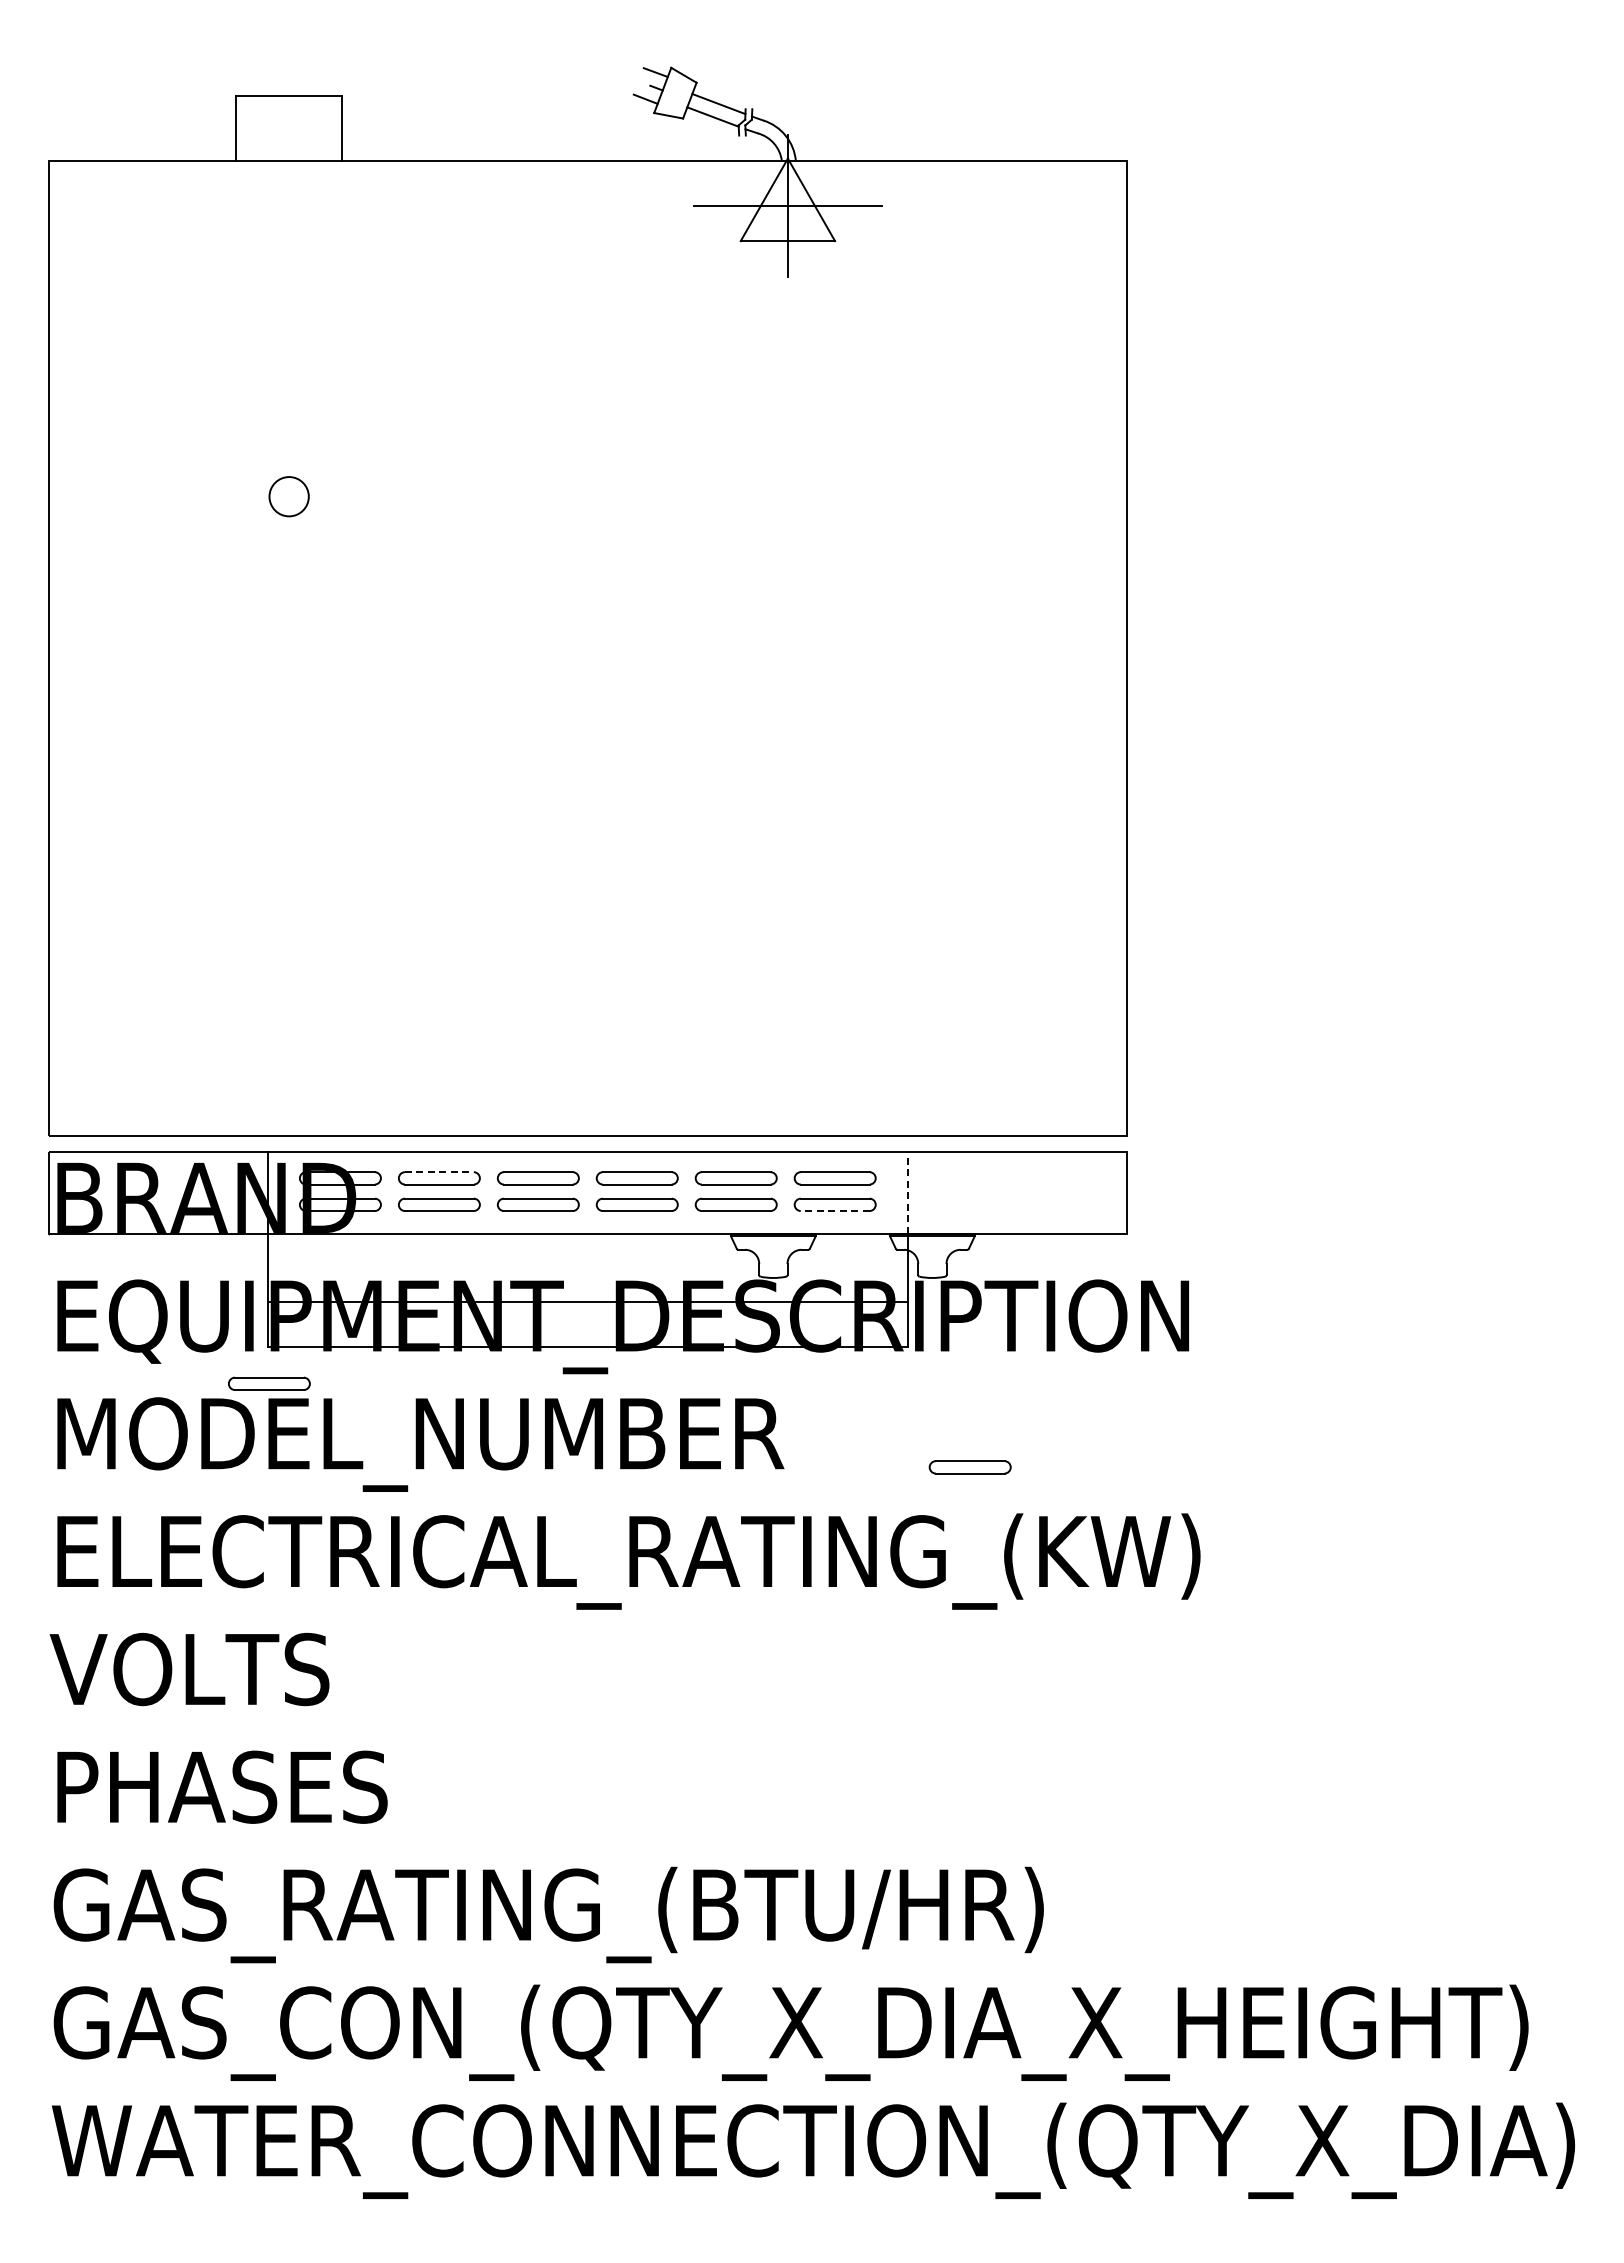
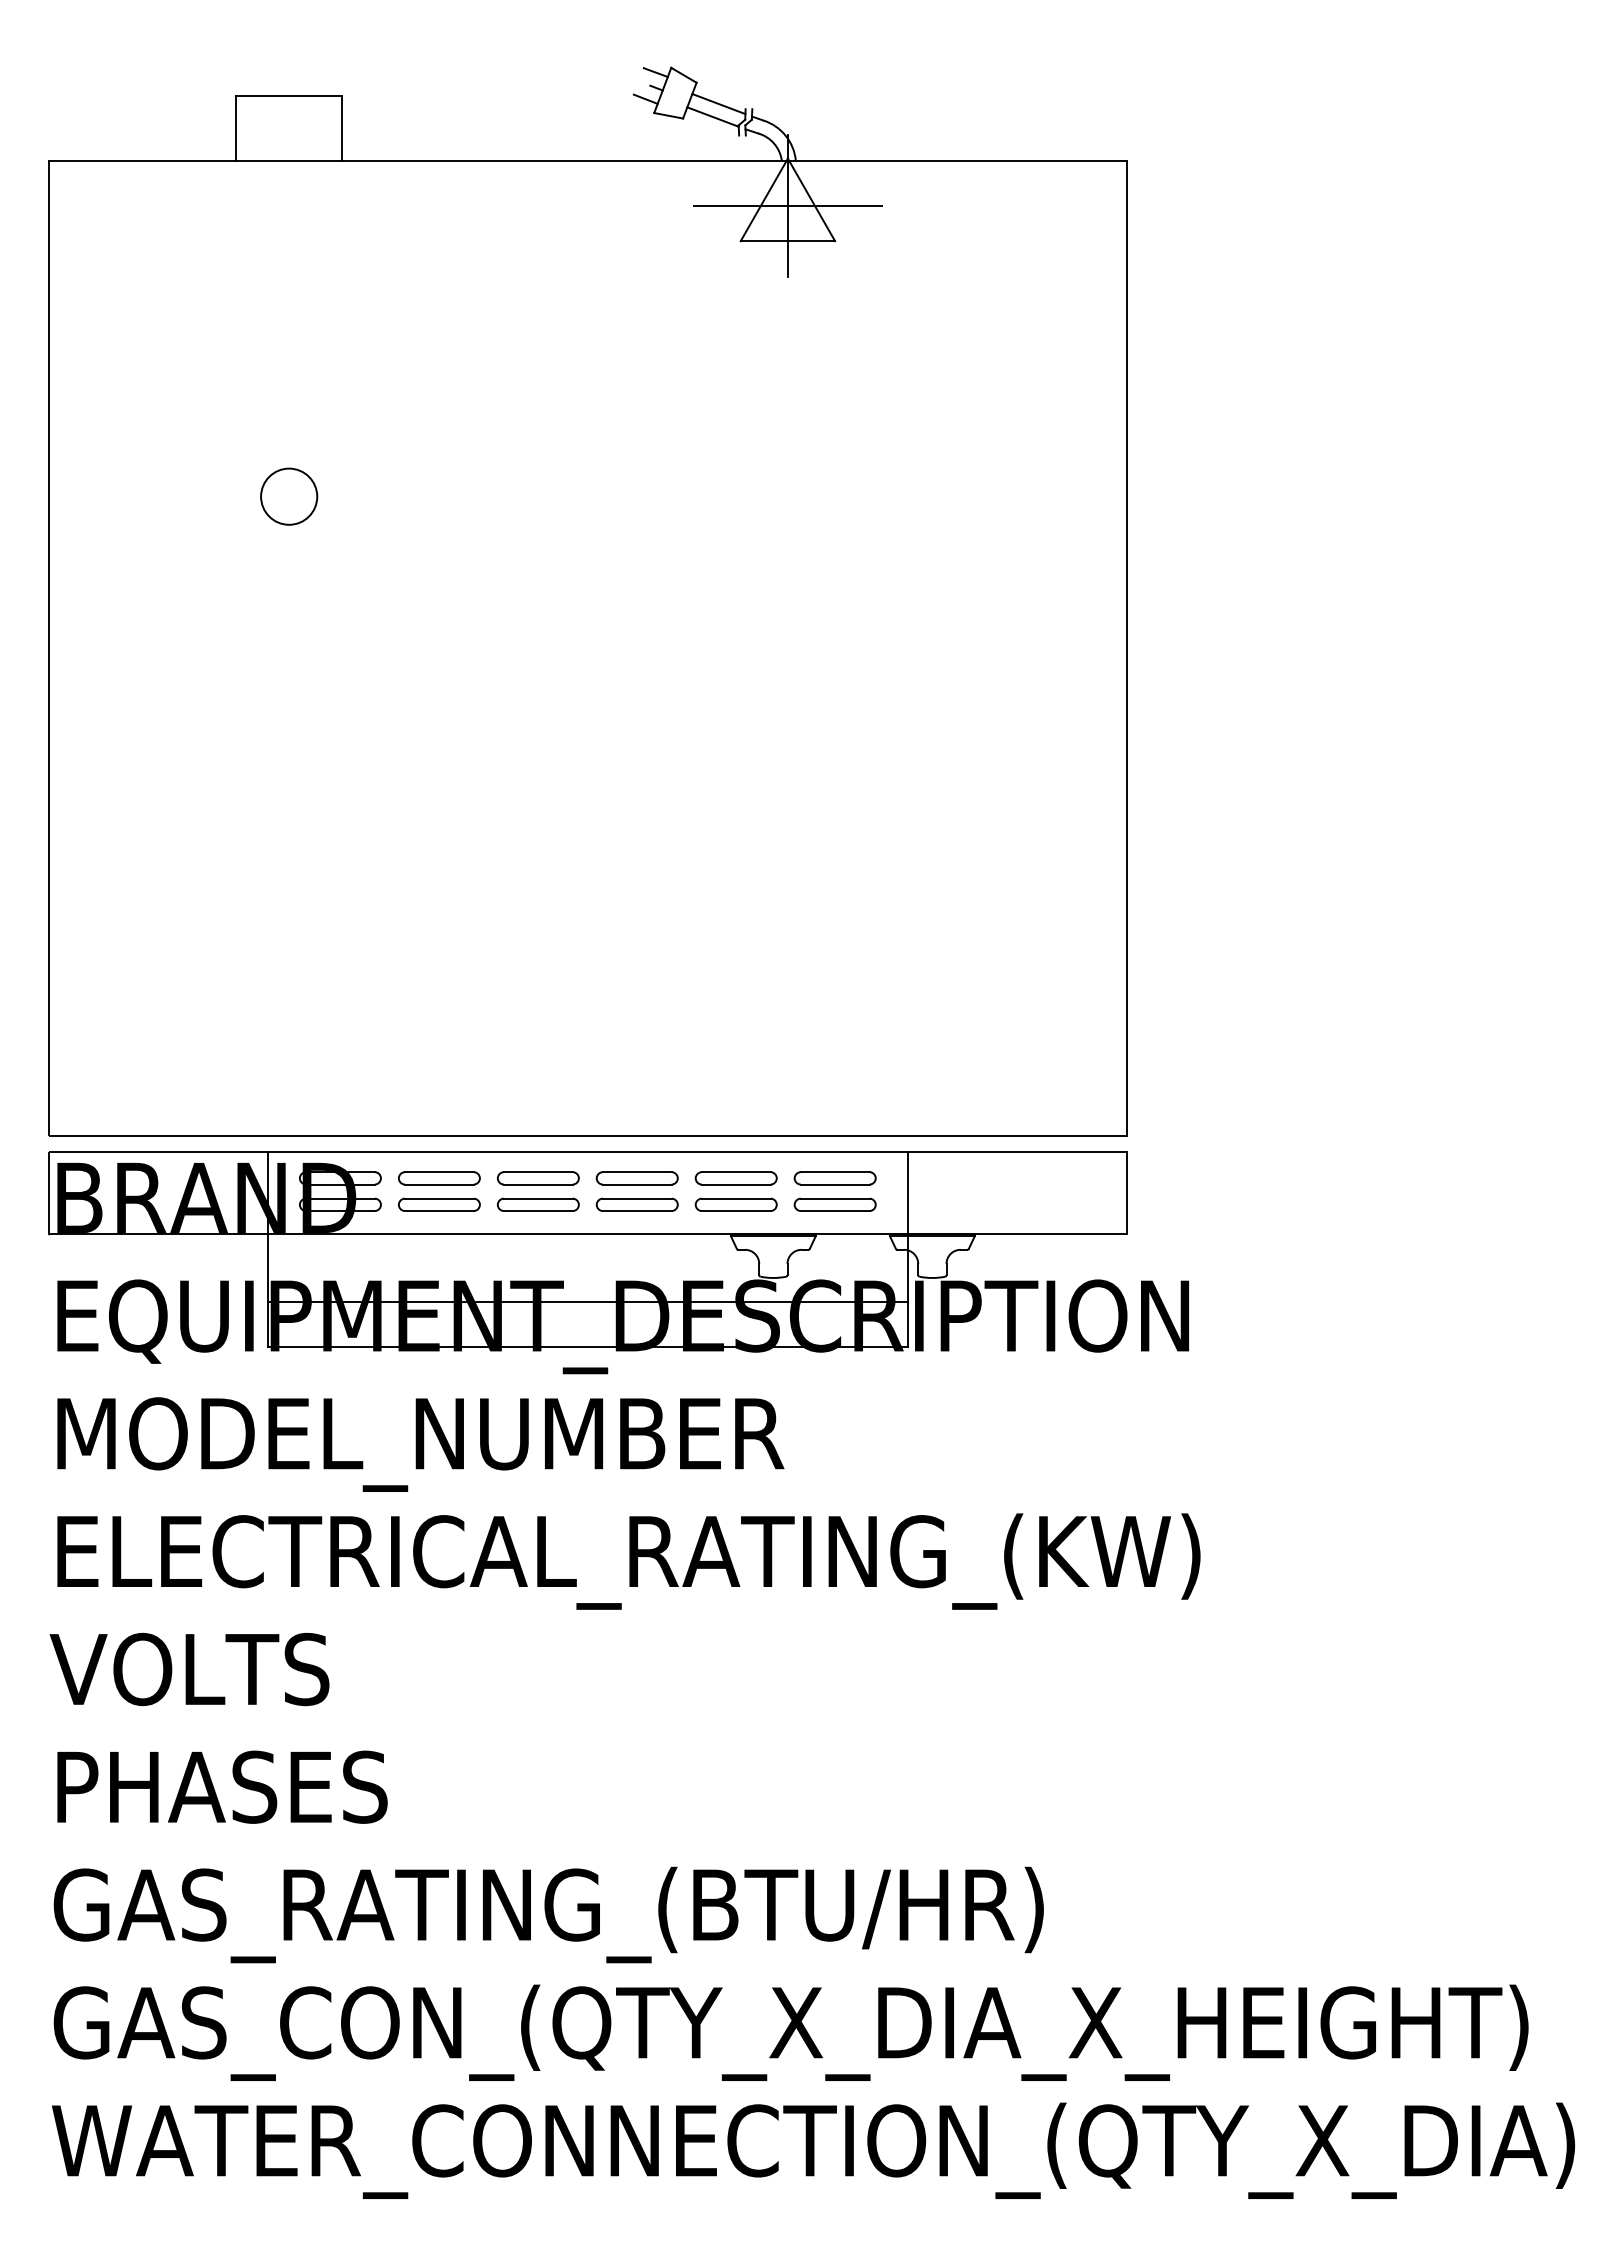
circle at (288, 496) diameter: 39 px -> 56 px
line at (439, 1172): dashed -> solid
line at (907, 1192): dashed -> solid
line at (834, 1211): dashed -> solid
part at (269, 1383): present -> none
part at (969, 1467): present -> none
